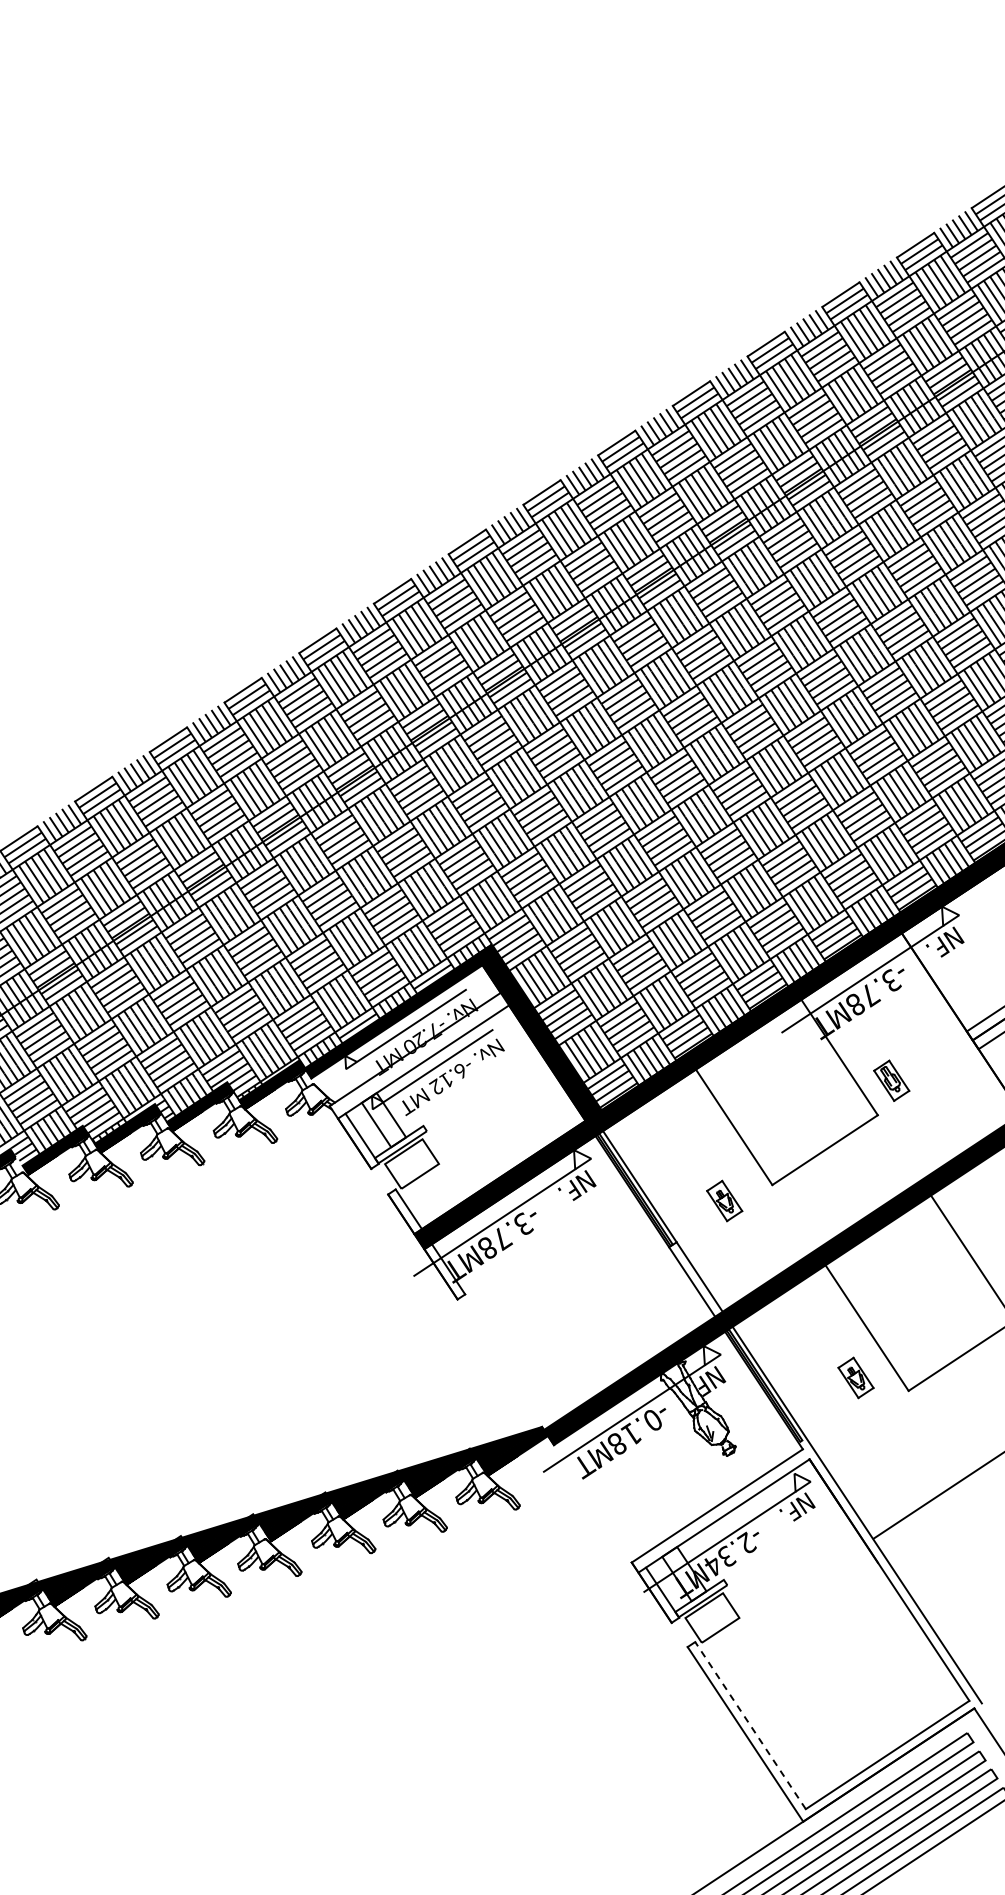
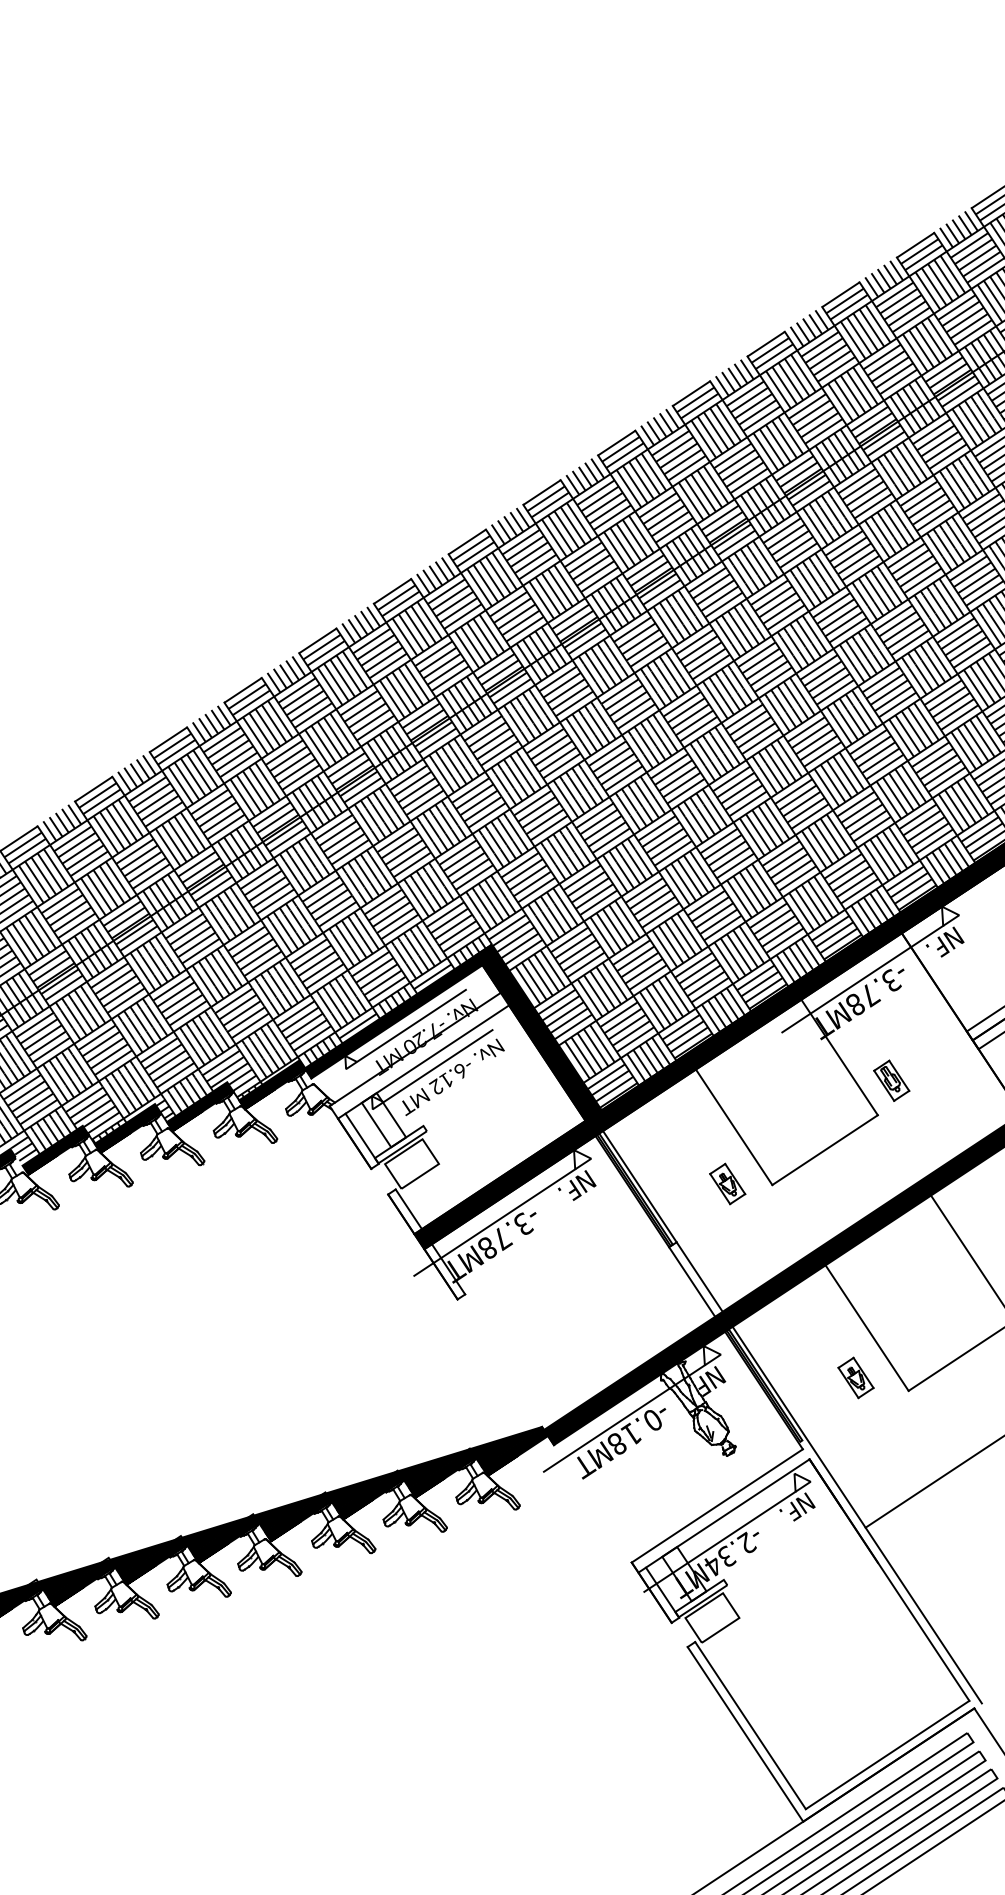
part at (724, 1200) position: (724, 1200) -> (727, 1183)
line at (937, 1495) position: (937, 1495) -> (933, 1482)
line at (750, 1725): dashed -> solid
